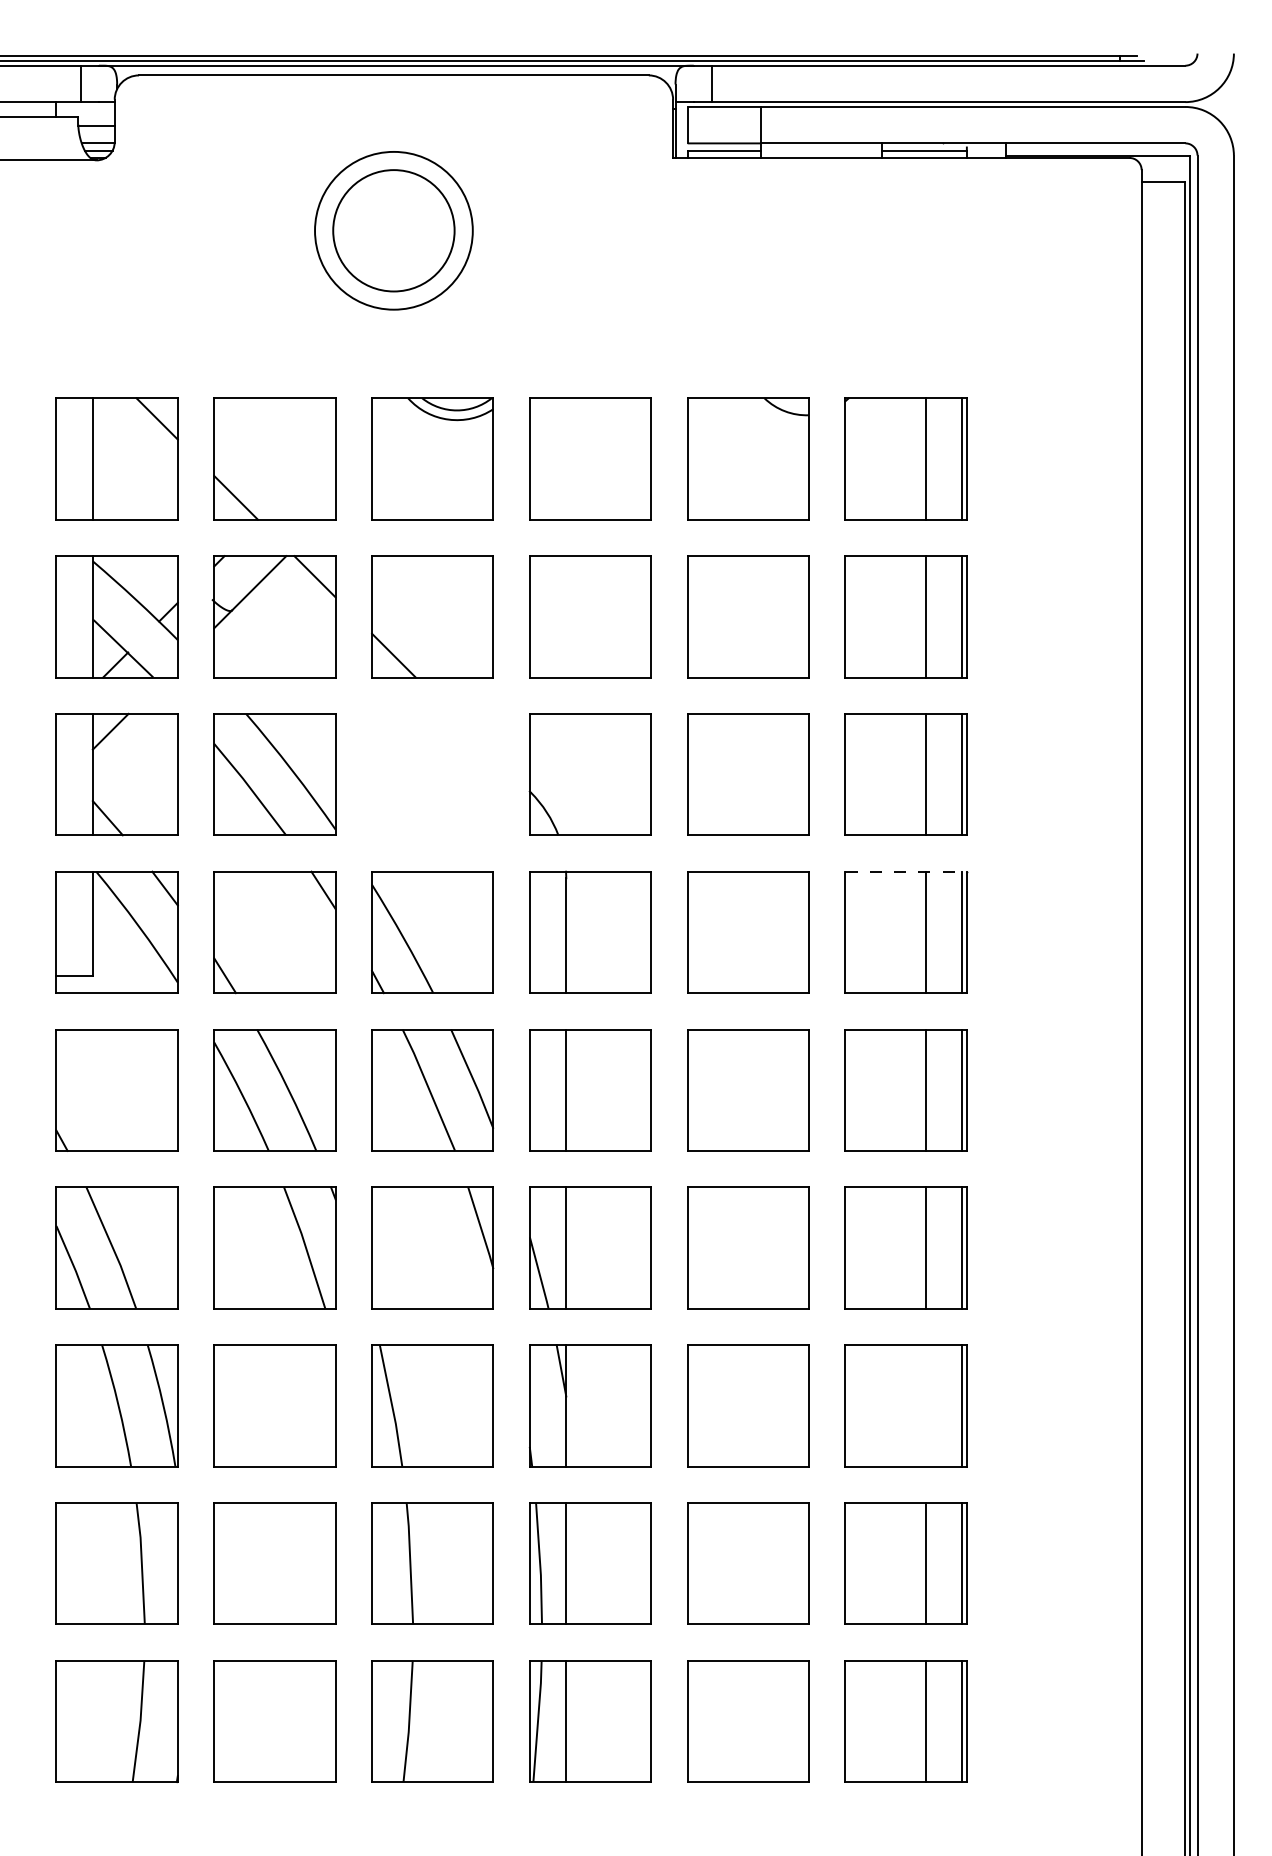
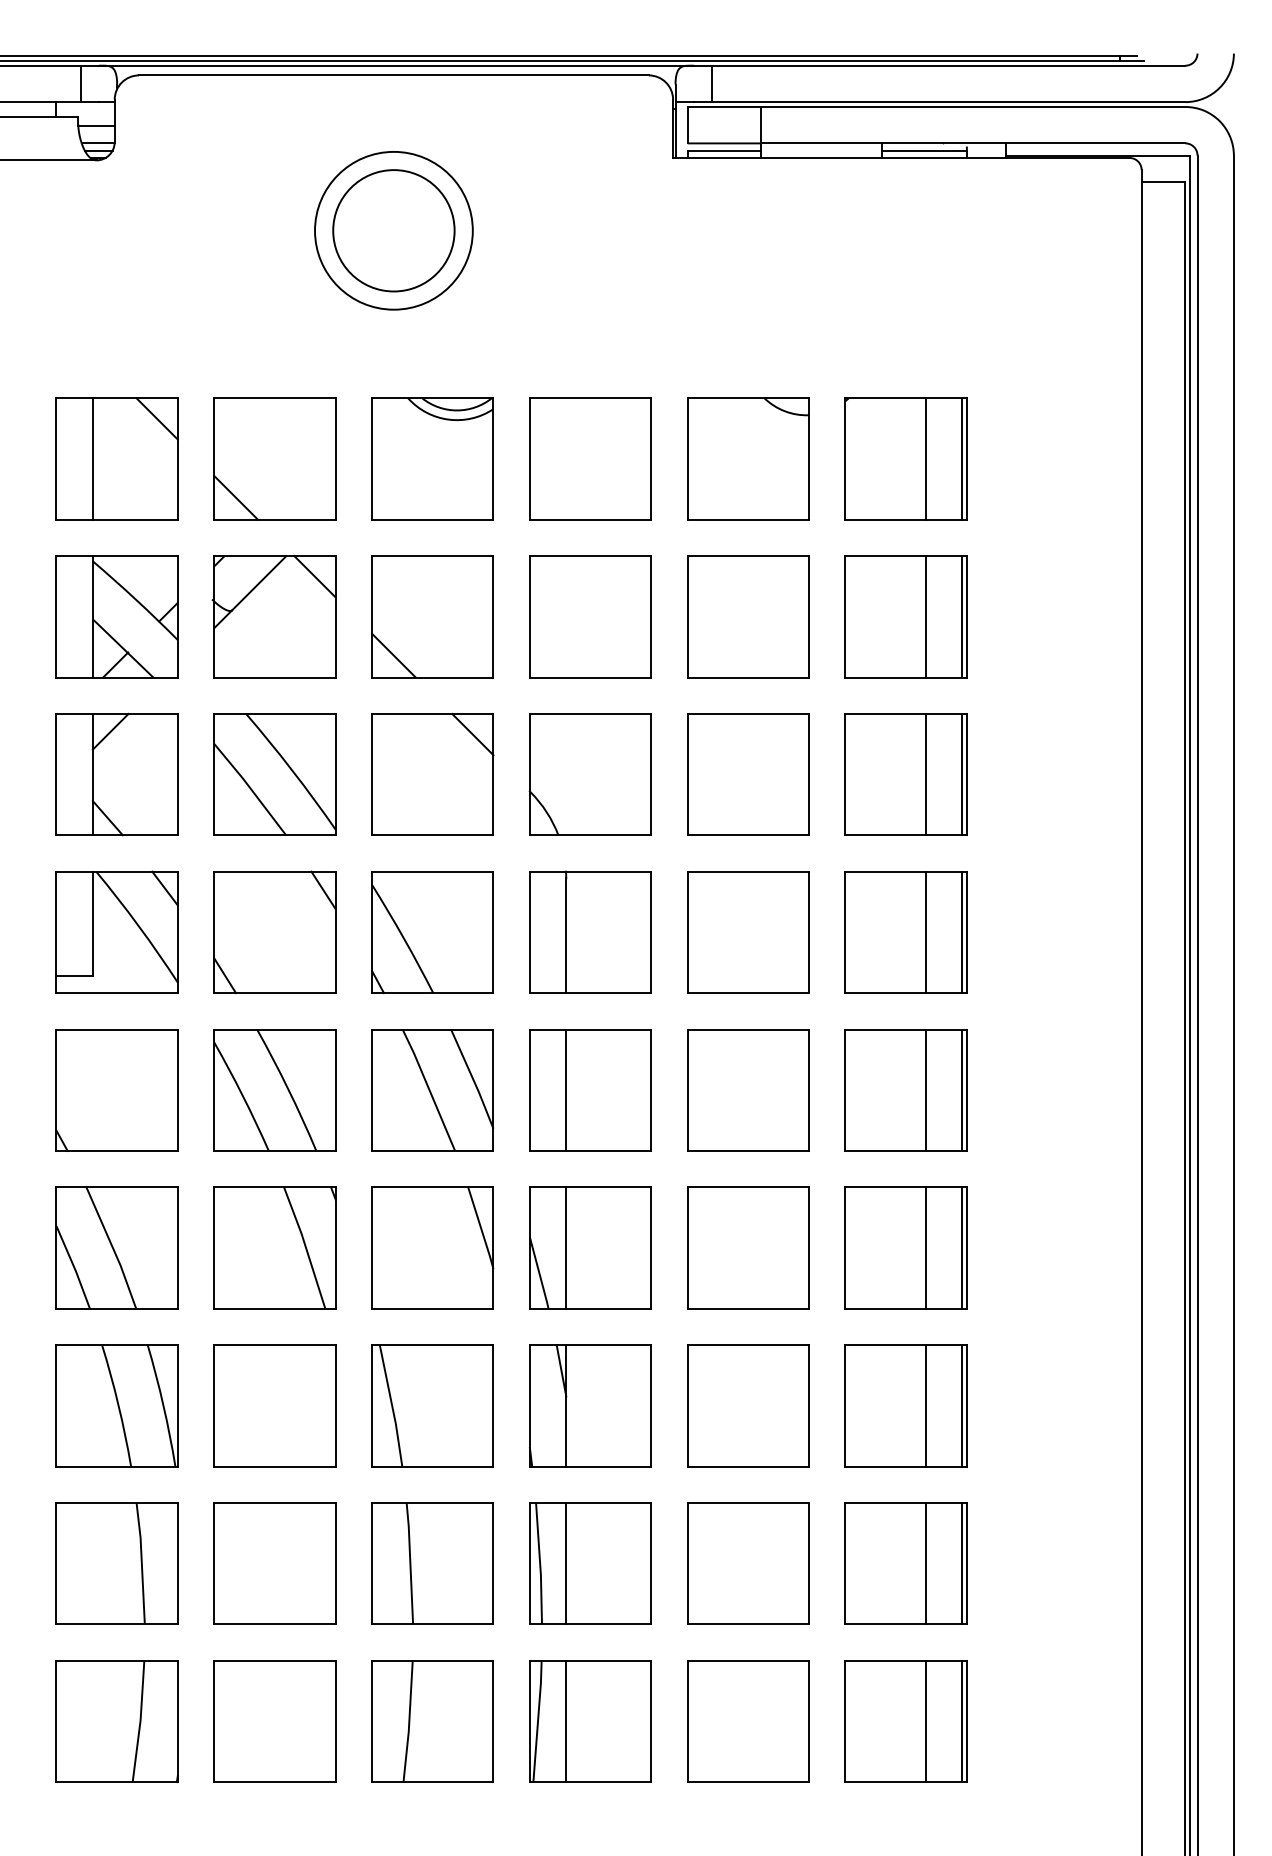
part at (432, 773): none -> present
line at (906, 871): dashed -> solid
line at (925, 1405): none -> present
